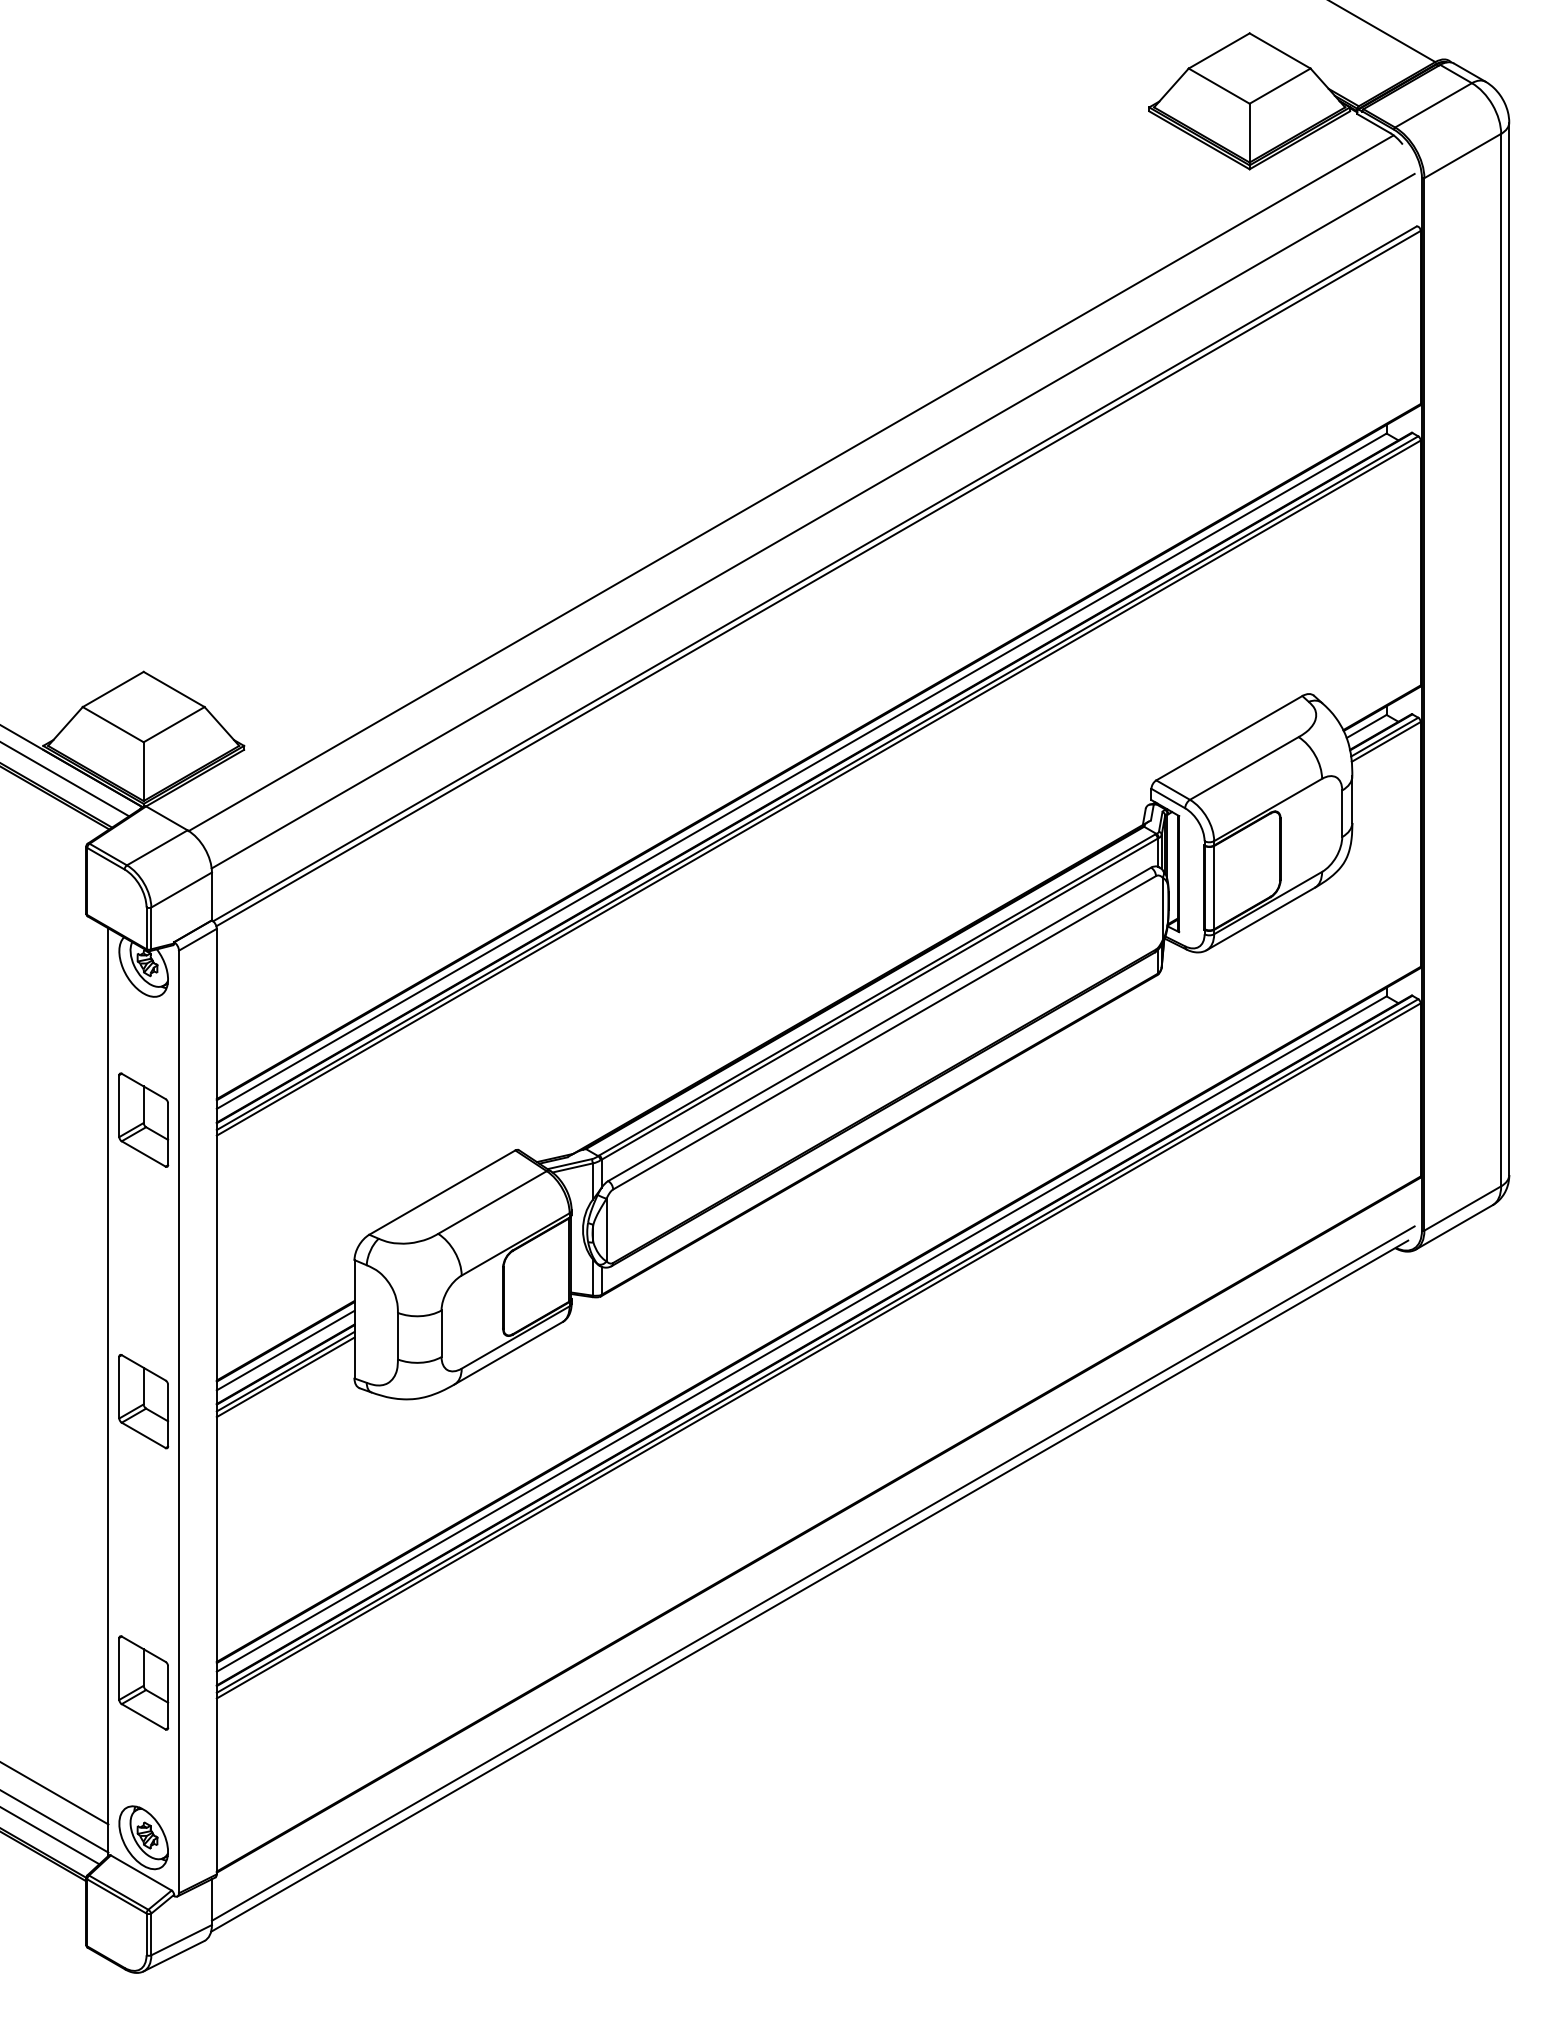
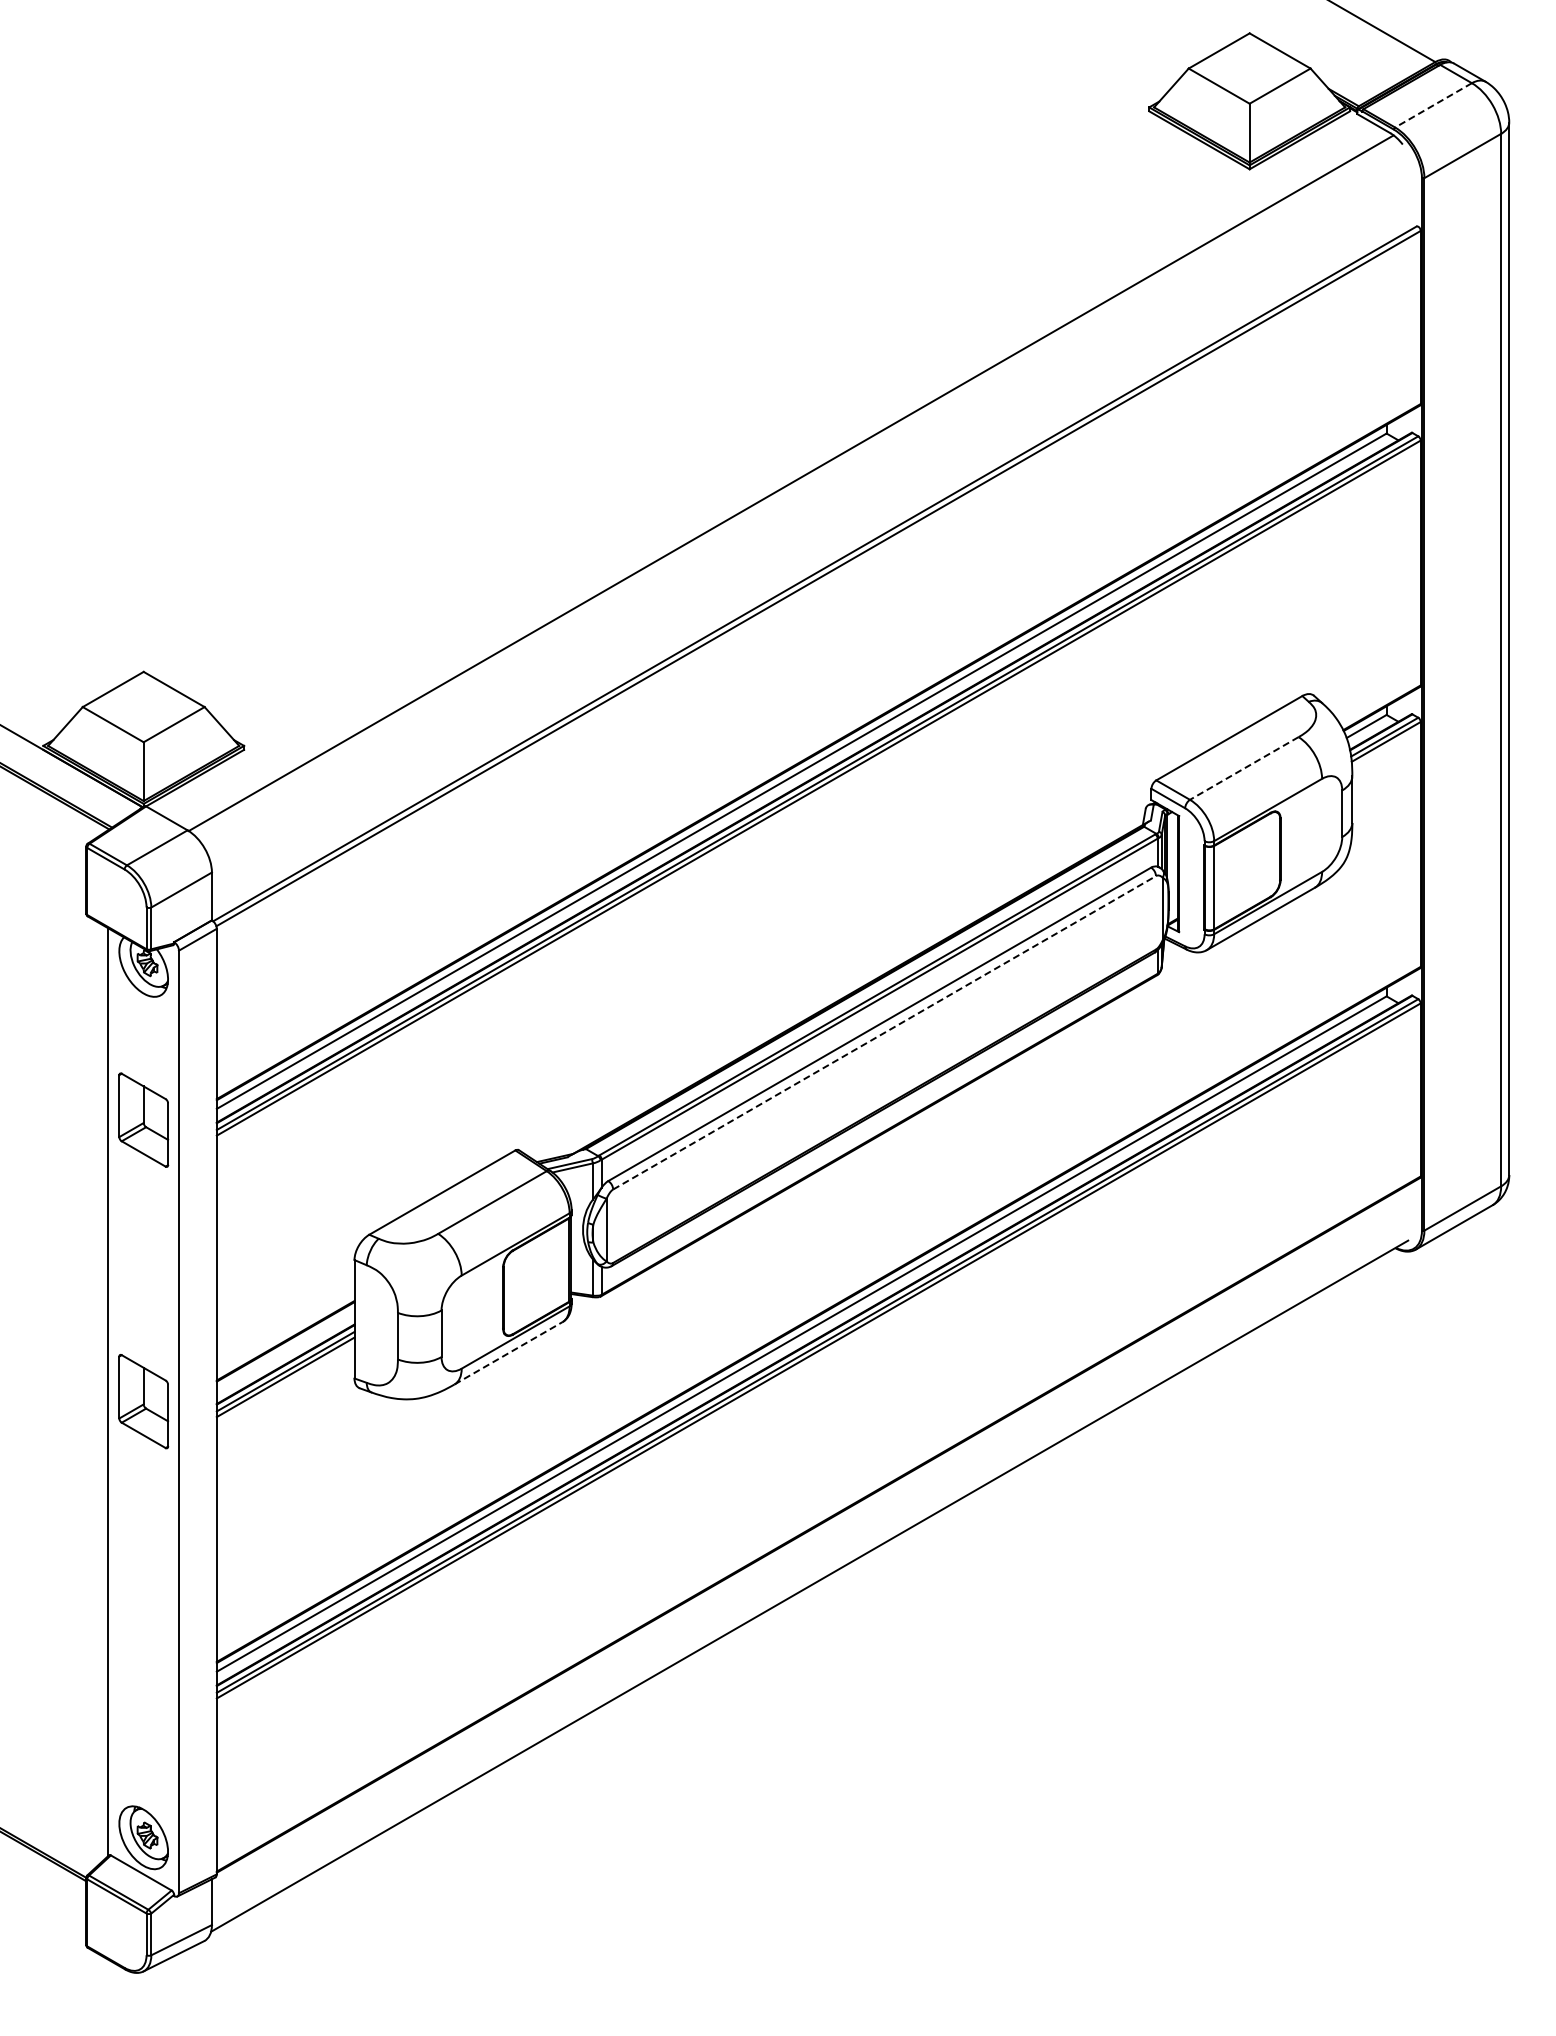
line at (1433, 105): solid -> dashed
line at (812, 520): present -> none
line at (1244, 768): solid -> dashed
line at (65, 779): present -> none
line at (885, 1032): solid -> dashed
line at (285, 1350): present -> none
line at (509, 1352): solid -> dashed
line at (812, 1573): present -> none
part at (143, 1682): present -> none
line at (55, 1793): present -> none
line at (55, 1821): present -> none
line at (50, 1836): present -> none
